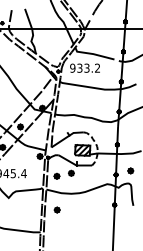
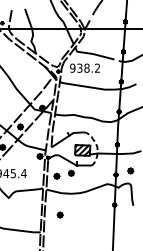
text at (86, 67): 933.2 -> 938.2
part at (56, 209) position: (56, 209) -> (59, 214)
